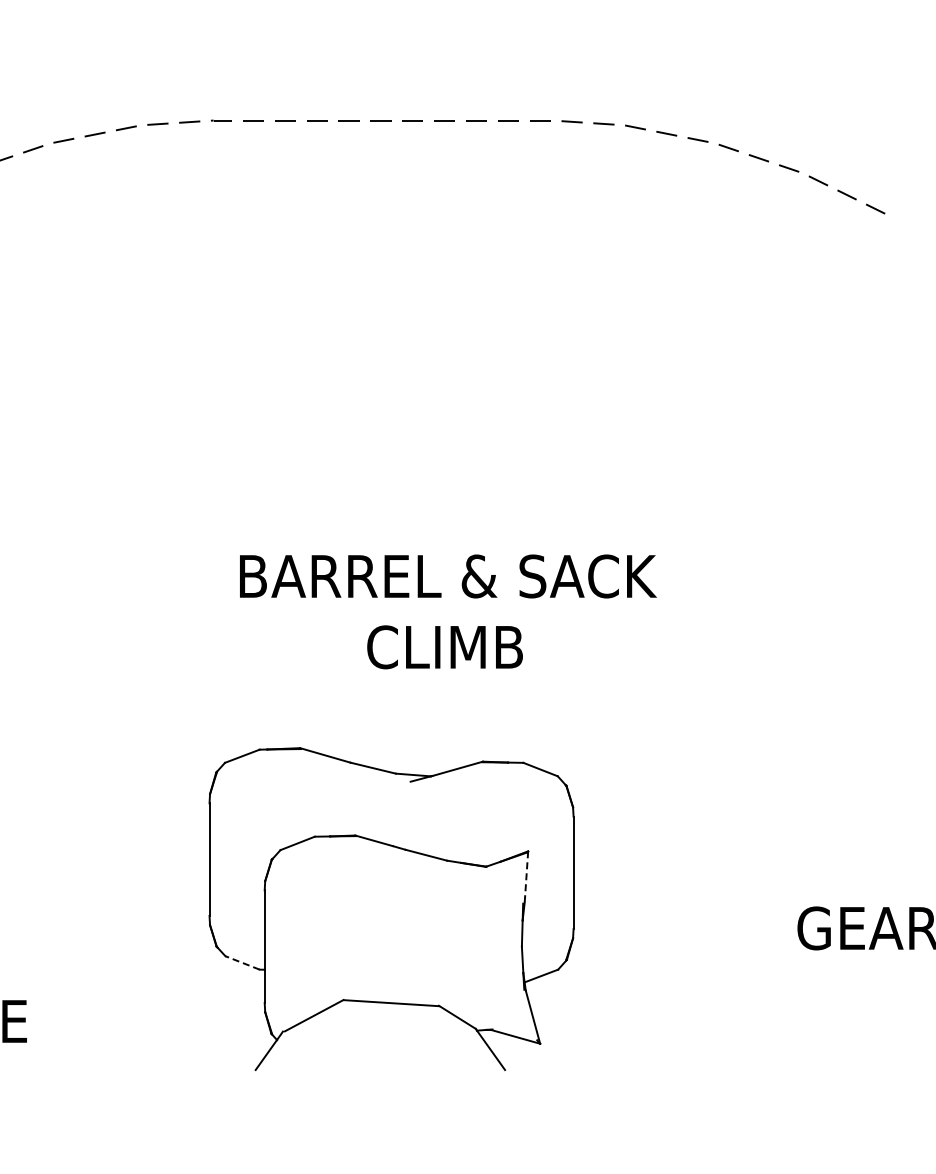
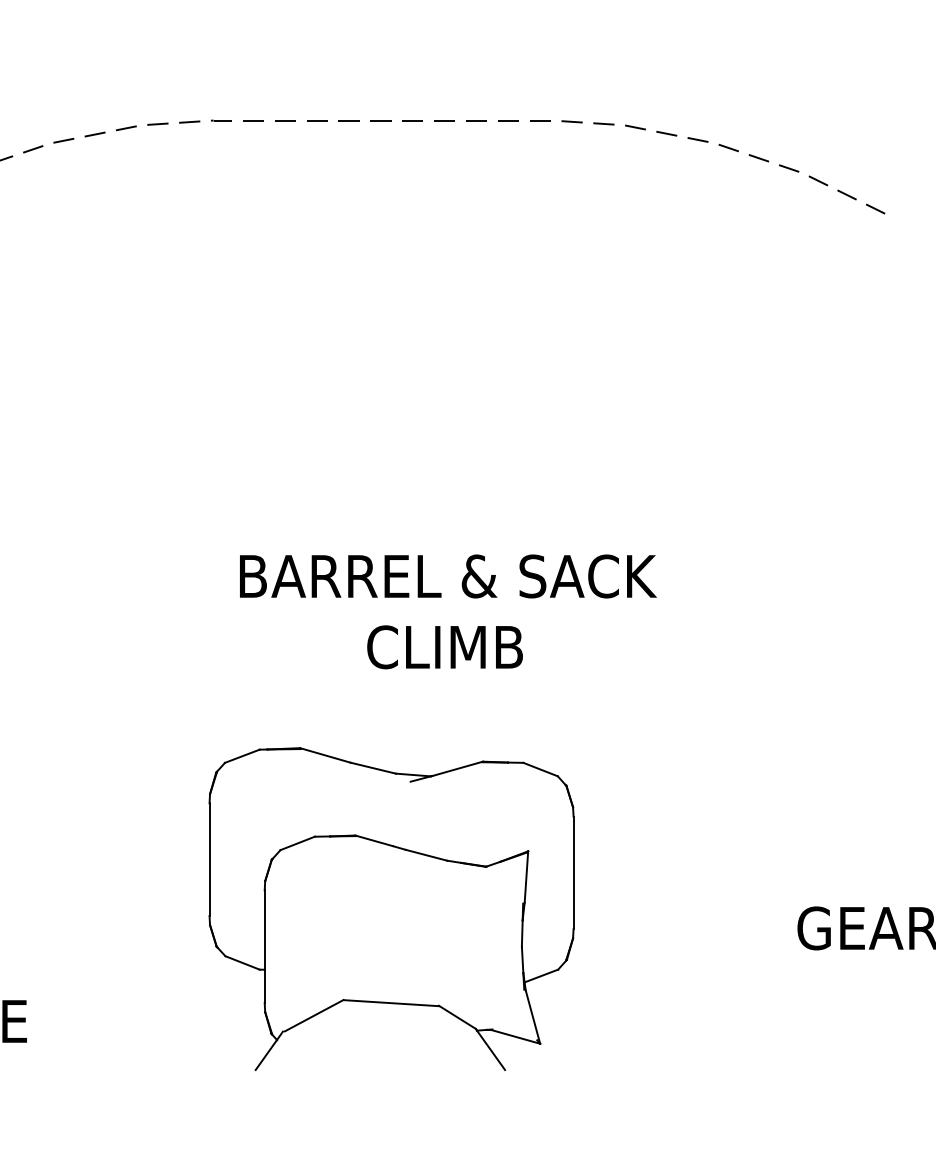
line at (526, 877): dashed -> solid
line at (242, 962): dashed -> solid
